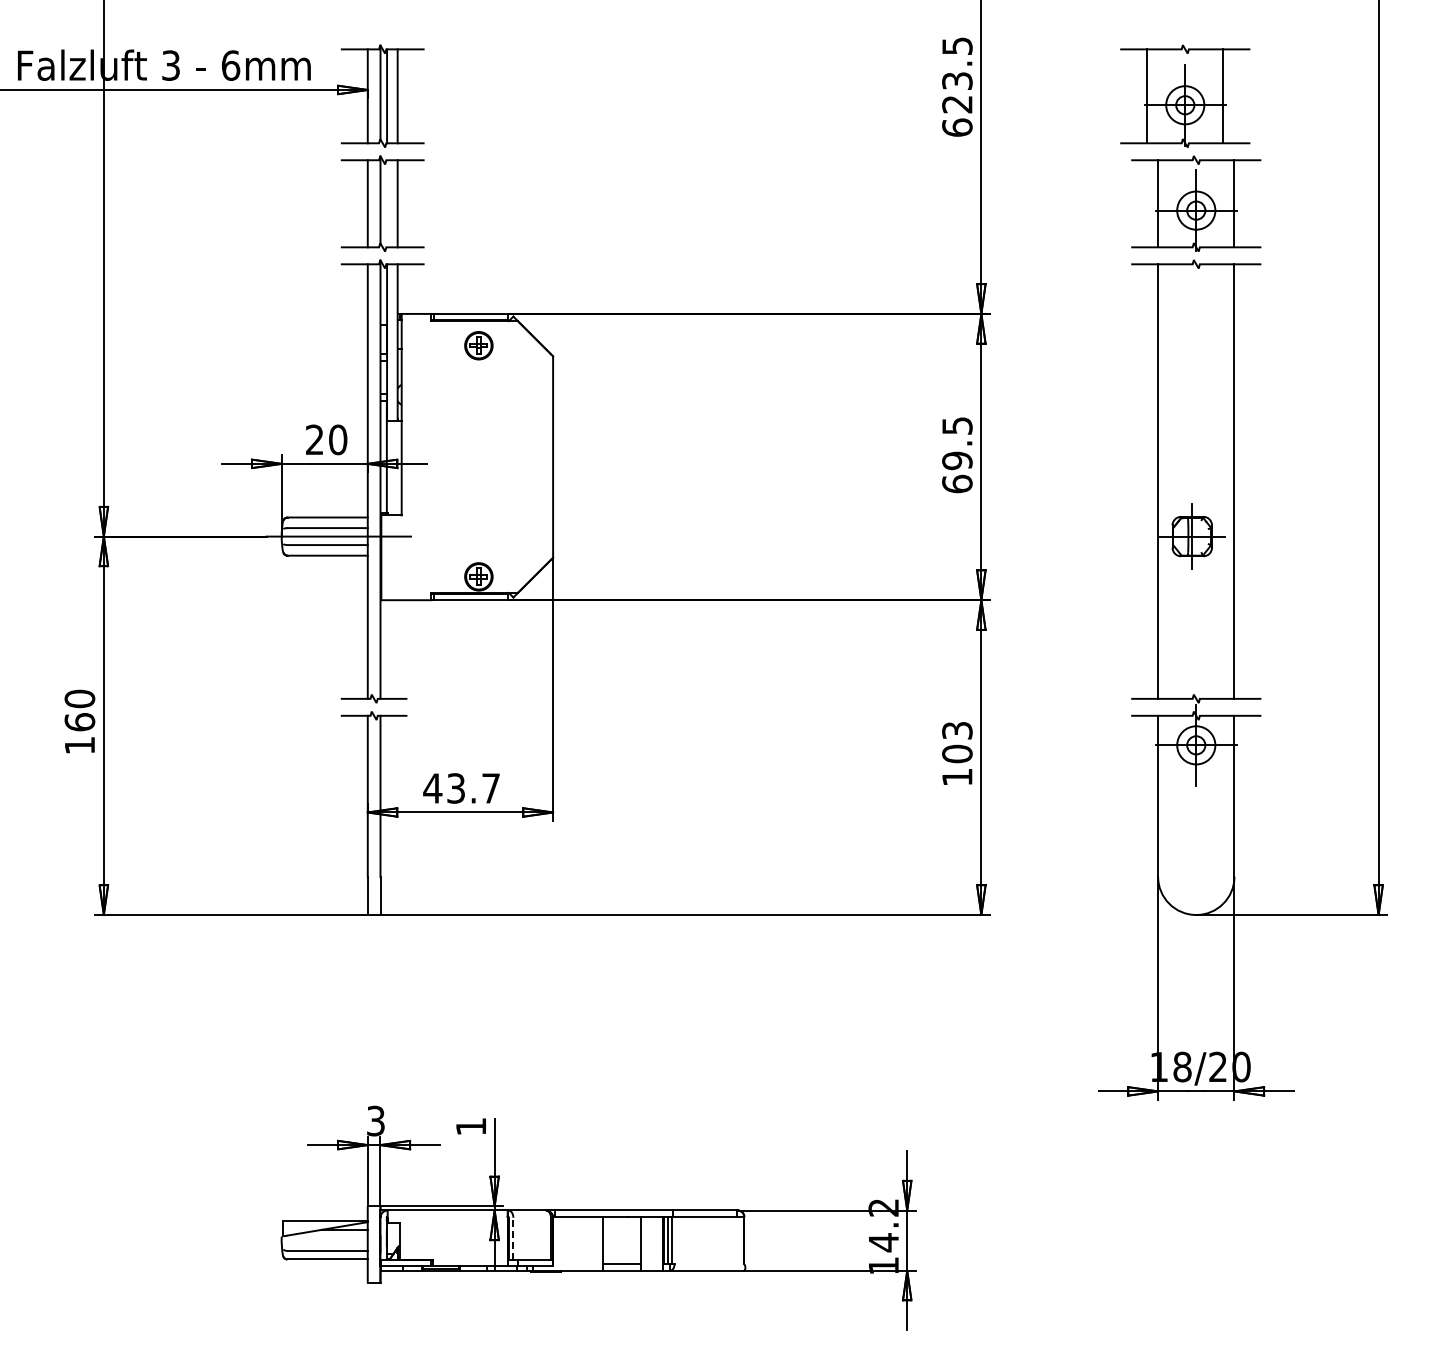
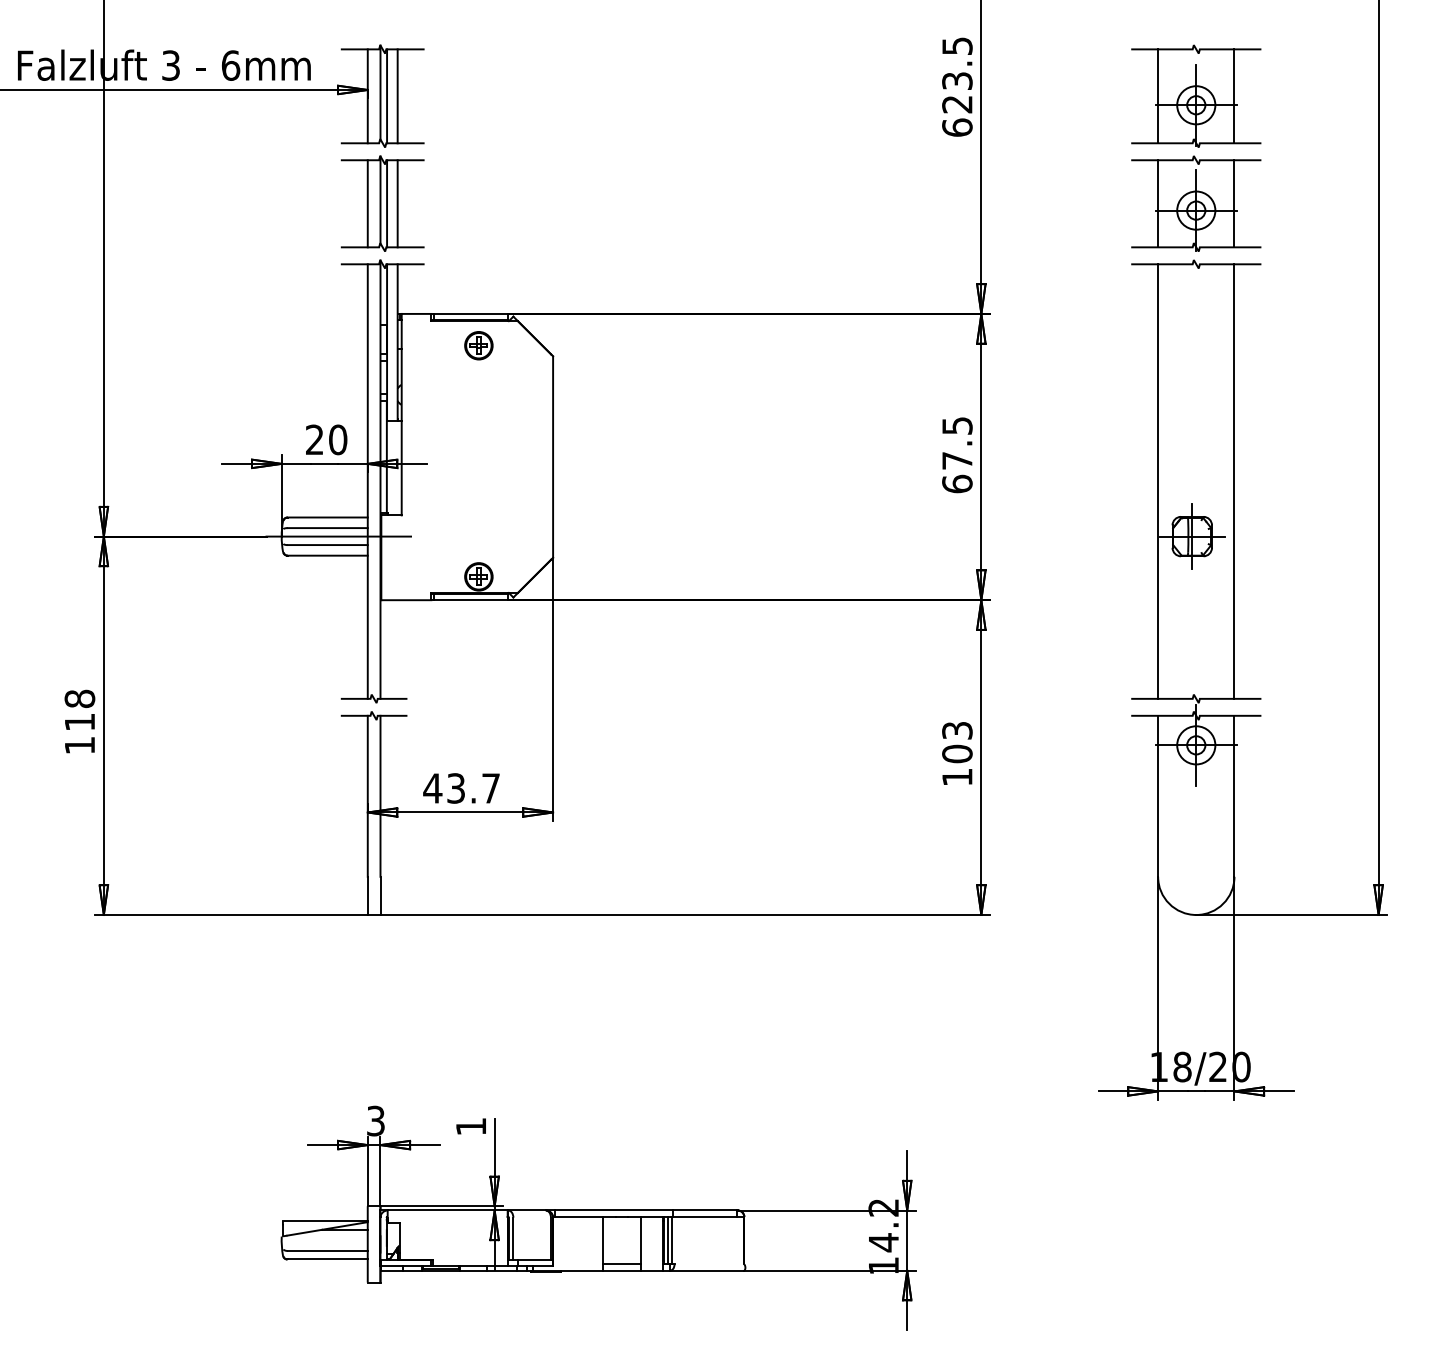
part at (1185, 95) position: (1185, 95) -> (1196, 95)
line at (387, 203): none -> present
text at (957, 460): 69.5 -> 67.5
text at (79, 710): 160 -> 118
line at (513, 1238): dashed -> solid
